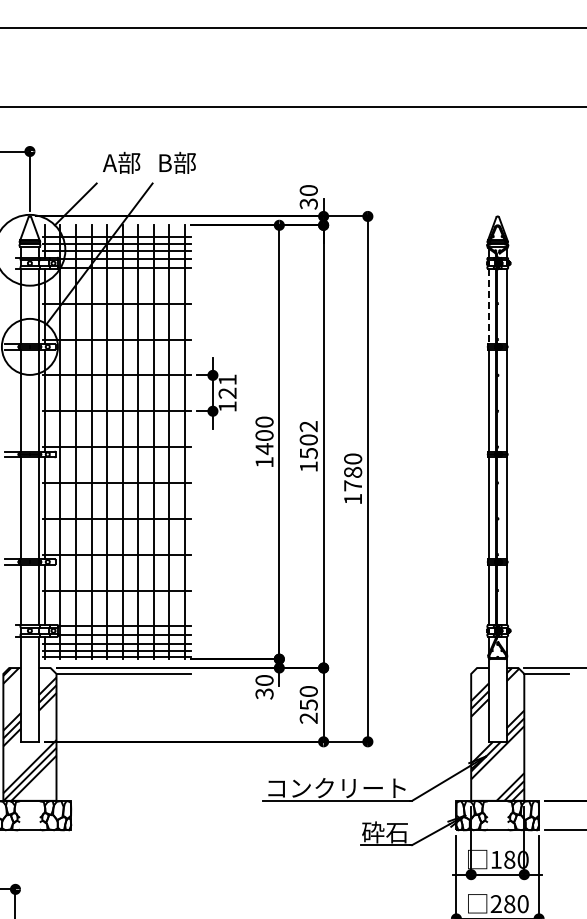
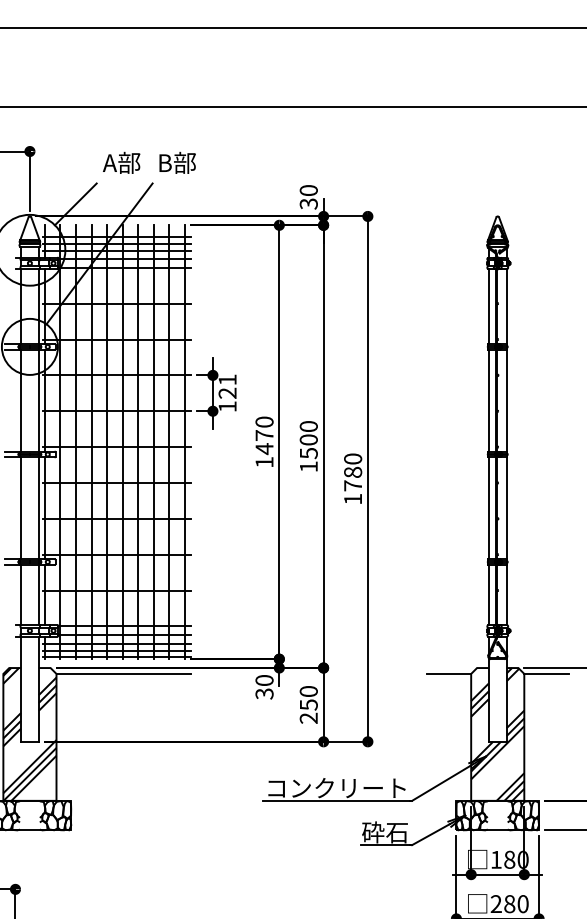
line at (488, 307): dashed -> solid
text at (308, 426): 1502 -> 1500
text at (264, 435): 1400 -> 1470
line at (448, 673): none -> present
